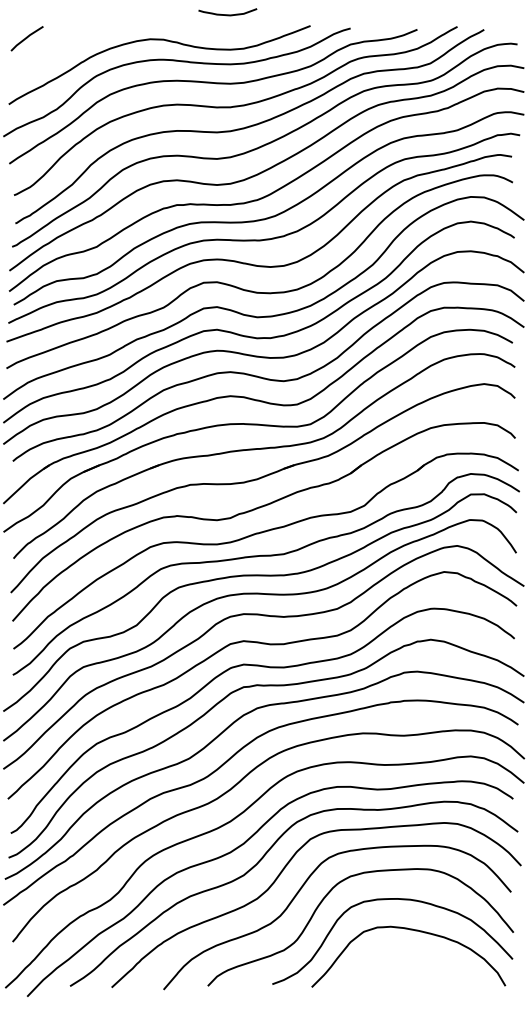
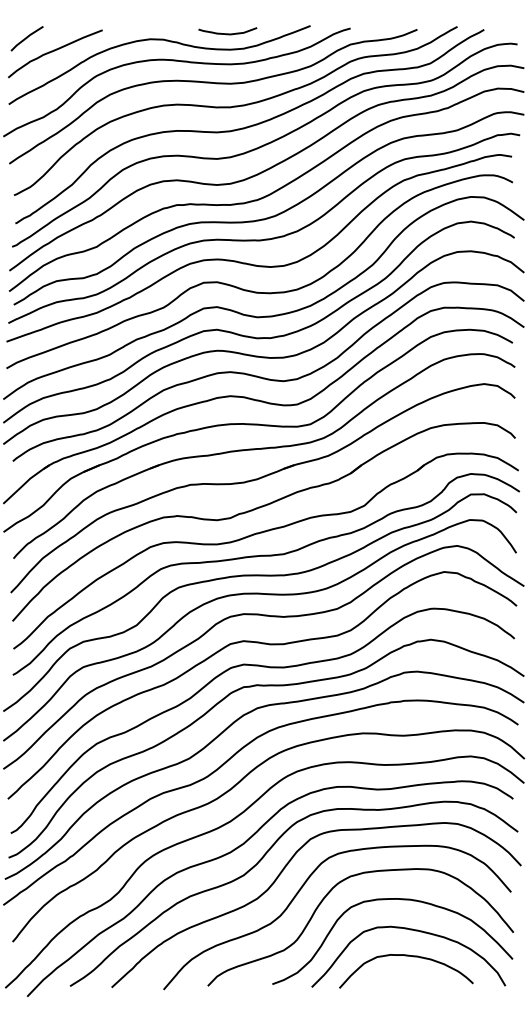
curve at (227, 14) position: (227, 14) -> (227, 33)
curve at (54, 51): none -> present
curve at (406, 956): none -> present
